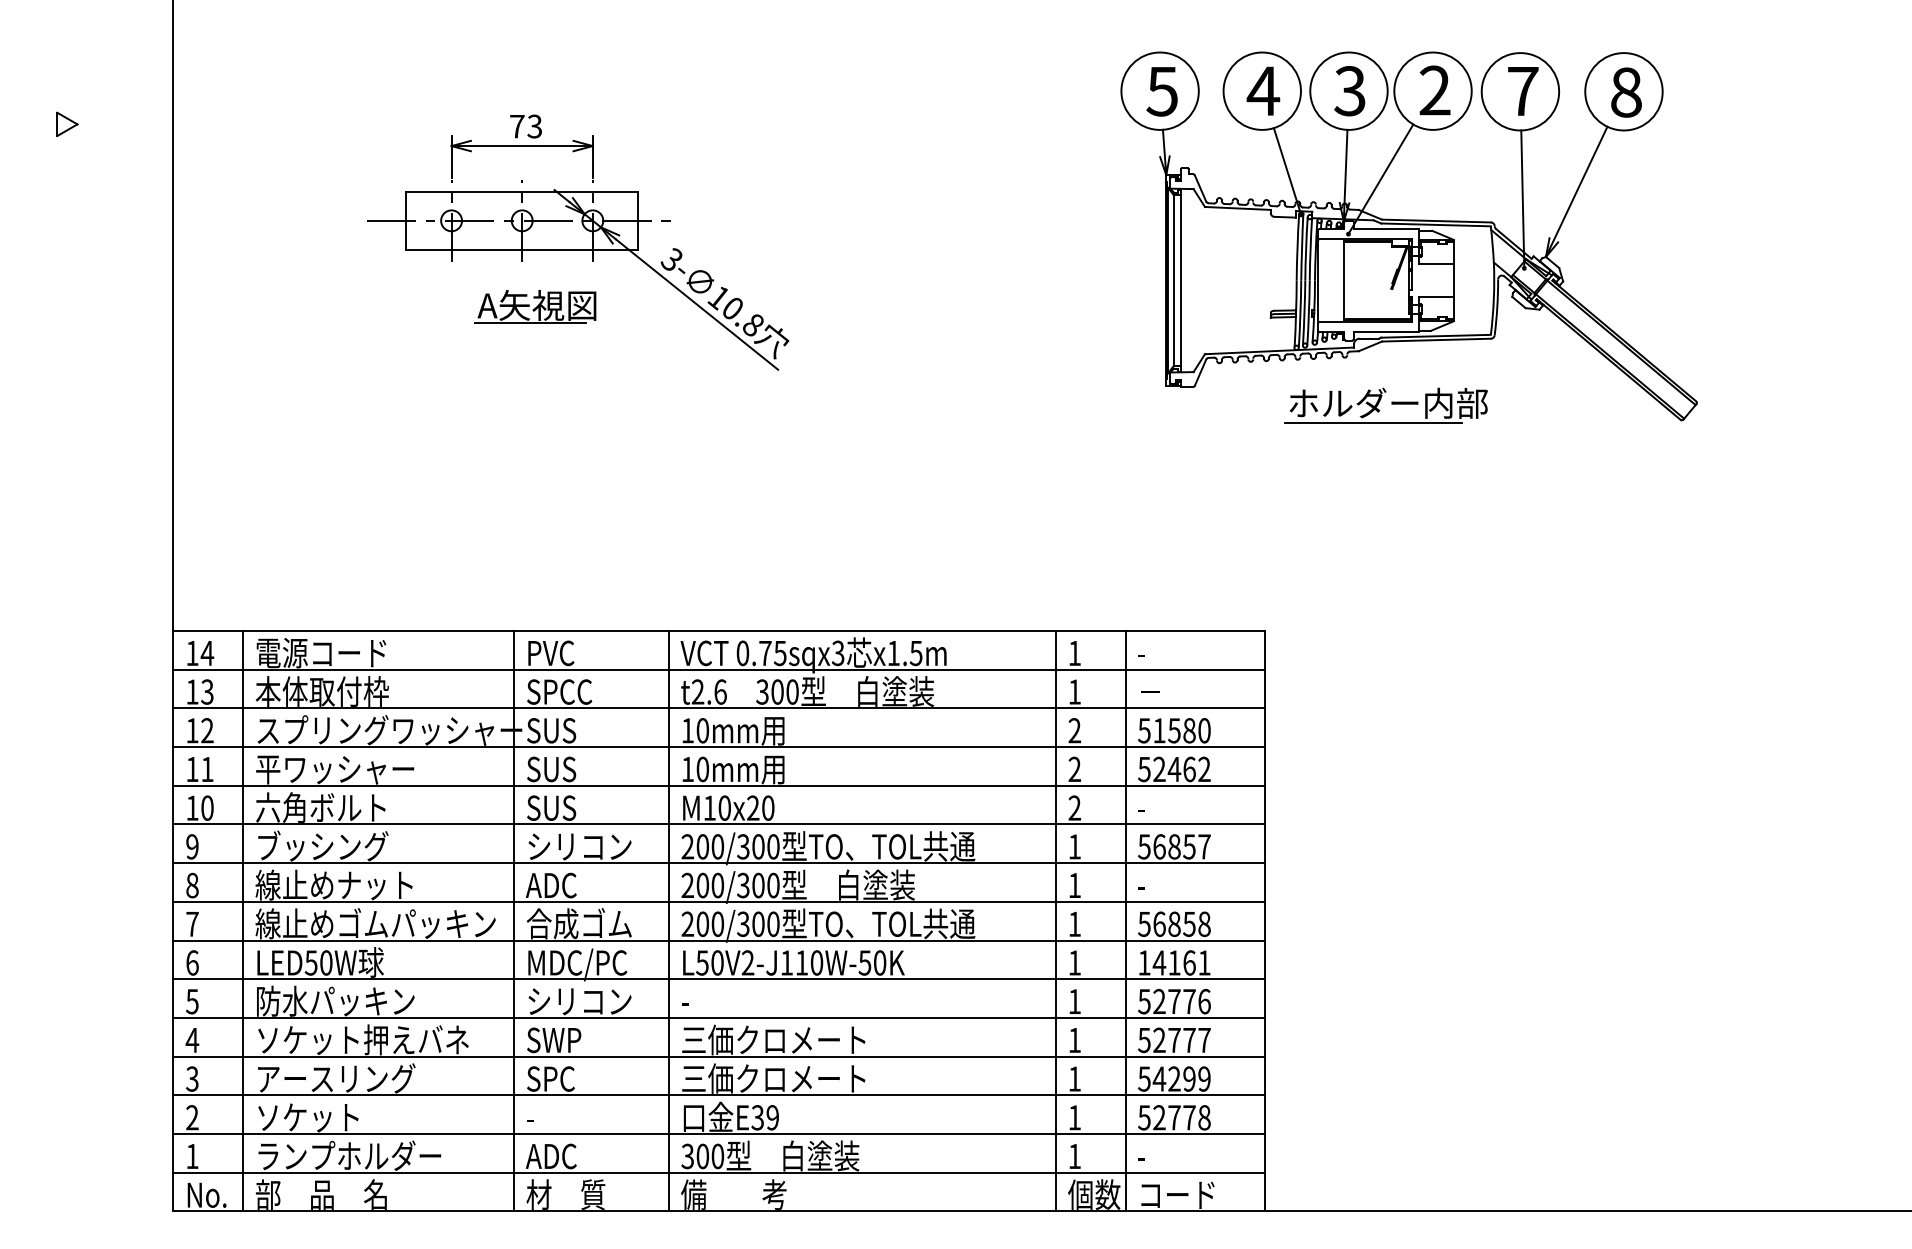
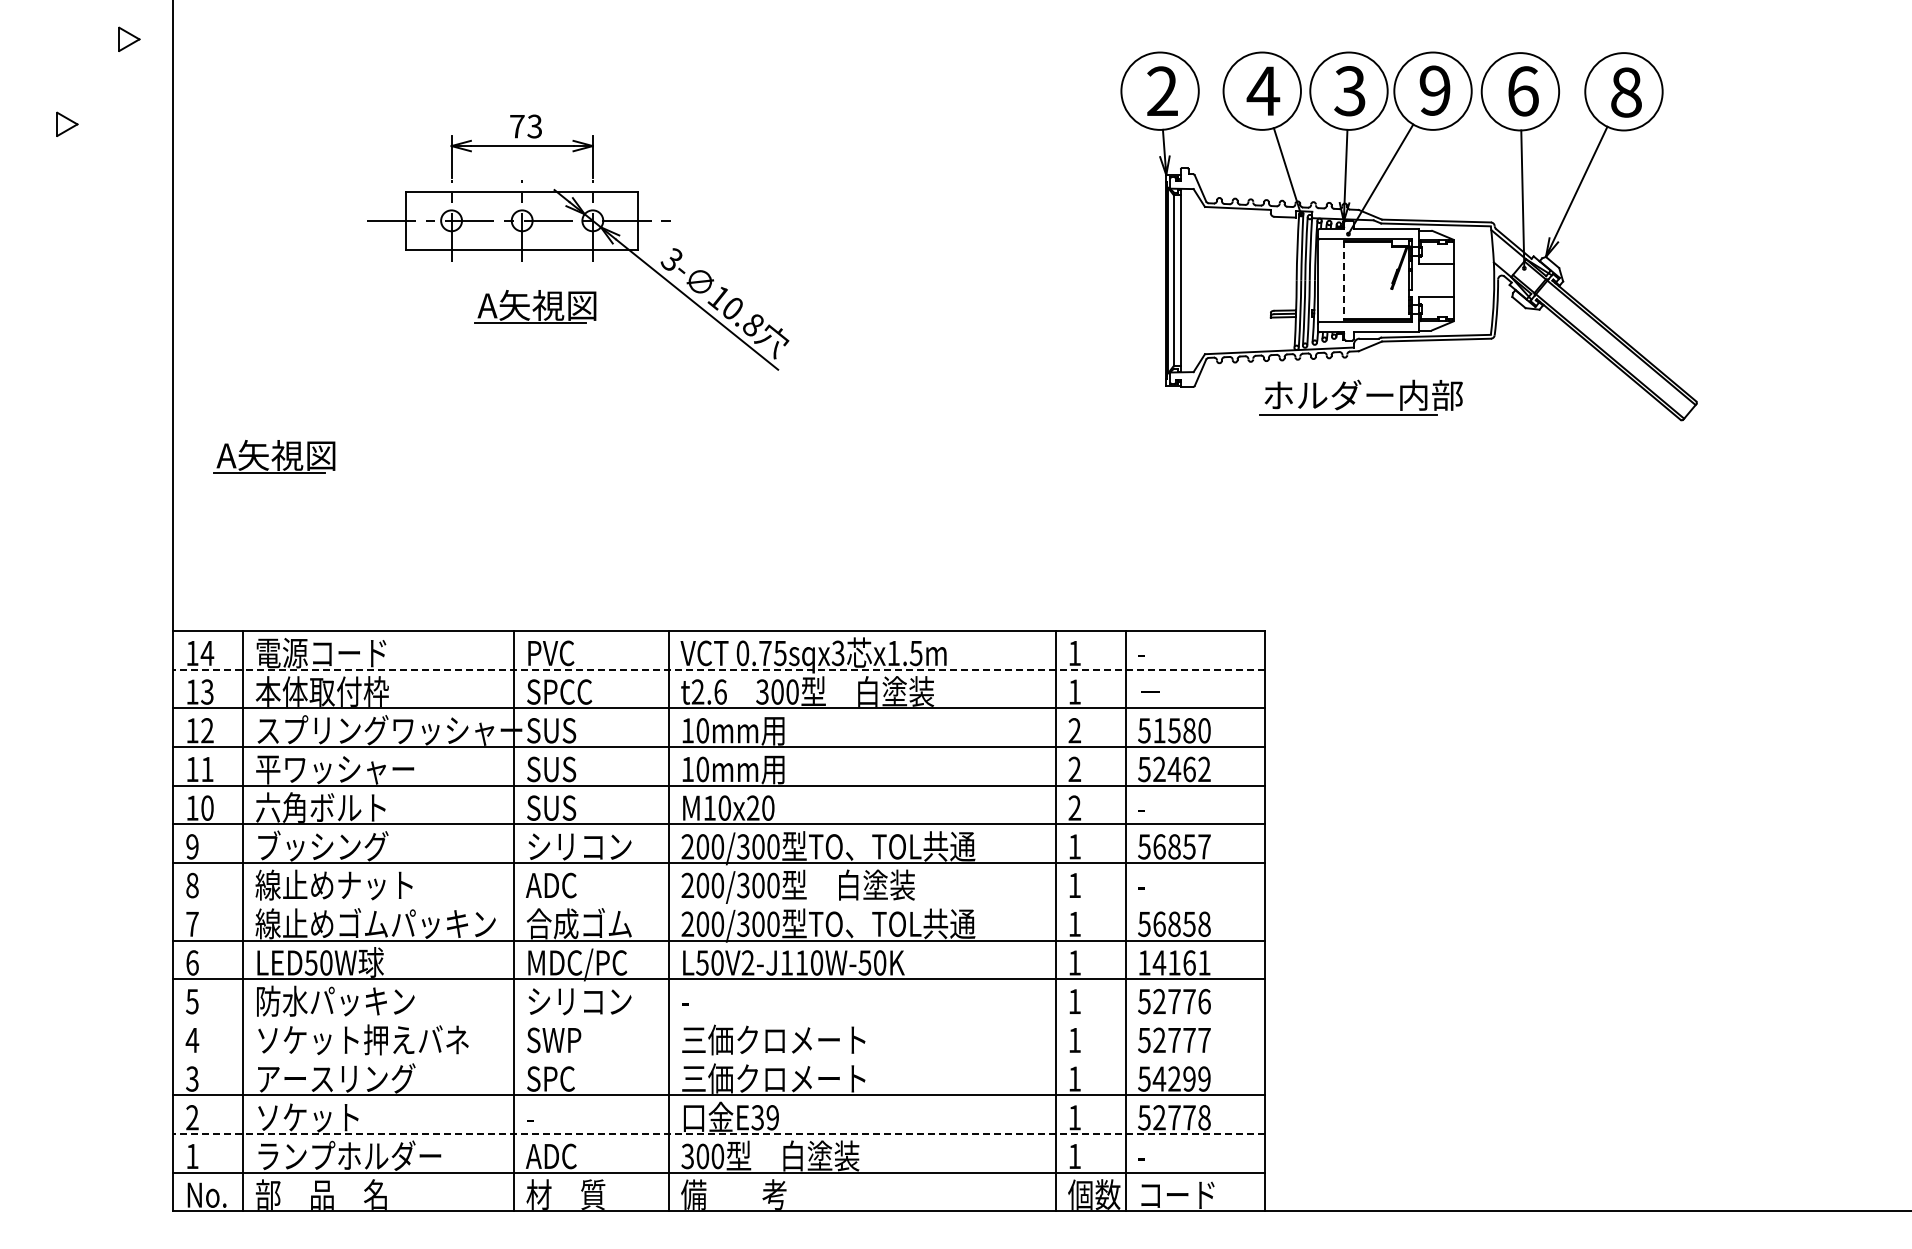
part at (129, 38): none -> present
text at (1434, 90): 2 -> 9
text at (1161, 91): 5 -> 2
text at (1523, 91): 7 -> 6
line at (1344, 280): solid -> dashed
part at (1391, 404) position: (1391, 404) -> (1366, 396)
part at (274, 456): none -> present
line at (719, 669): solid -> dashed
line at (718, 901): present -> none
line at (718, 1017): present -> none
line at (718, 1056): present -> none
line at (719, 1134): solid -> dashed
